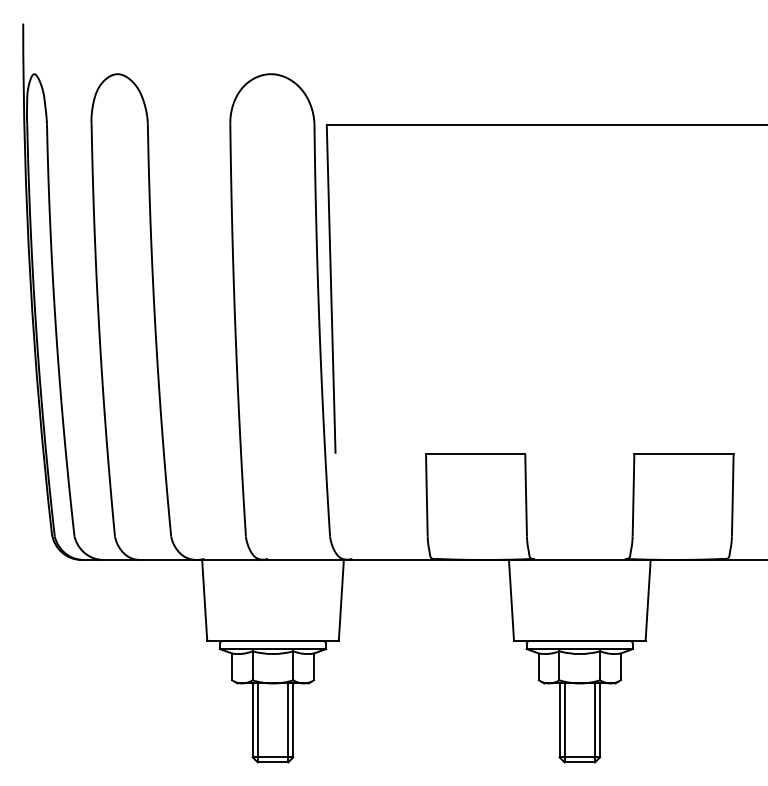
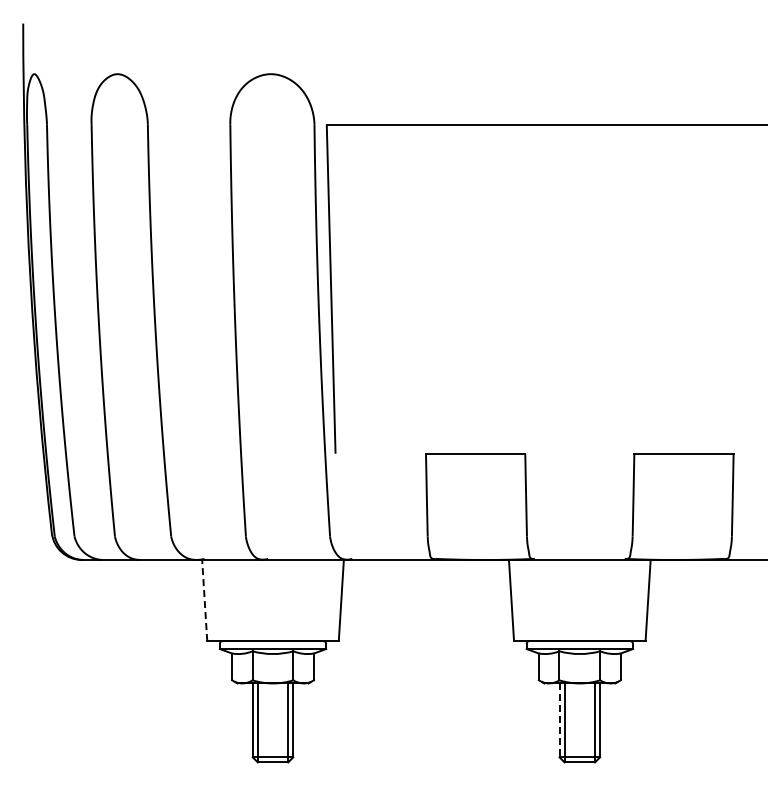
line at (204, 600): solid -> dashed
line at (559, 720): solid -> dashed
